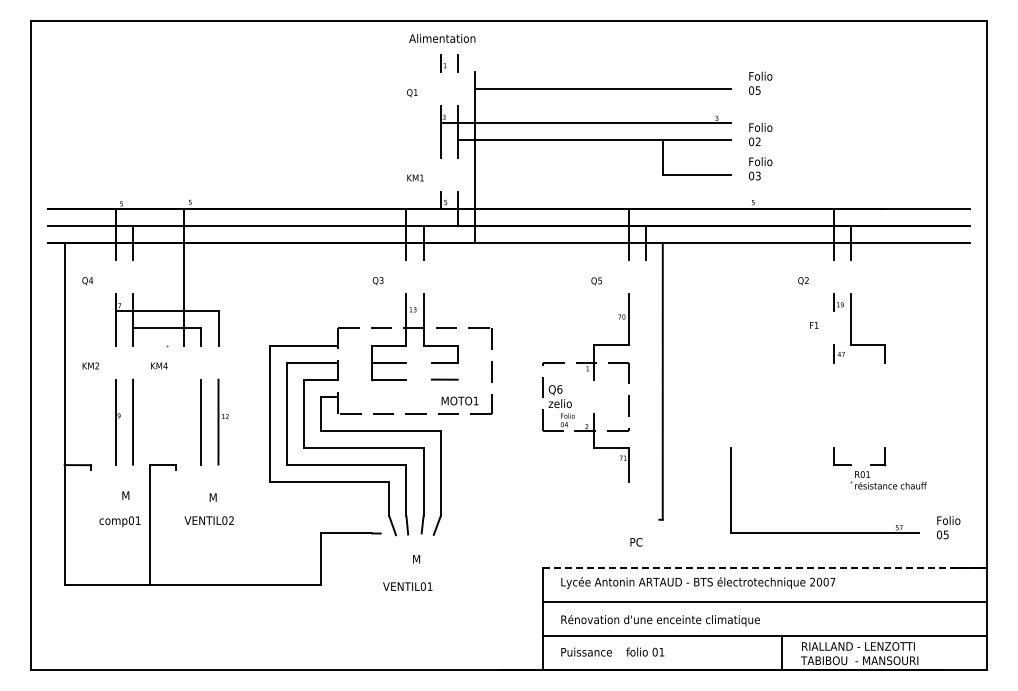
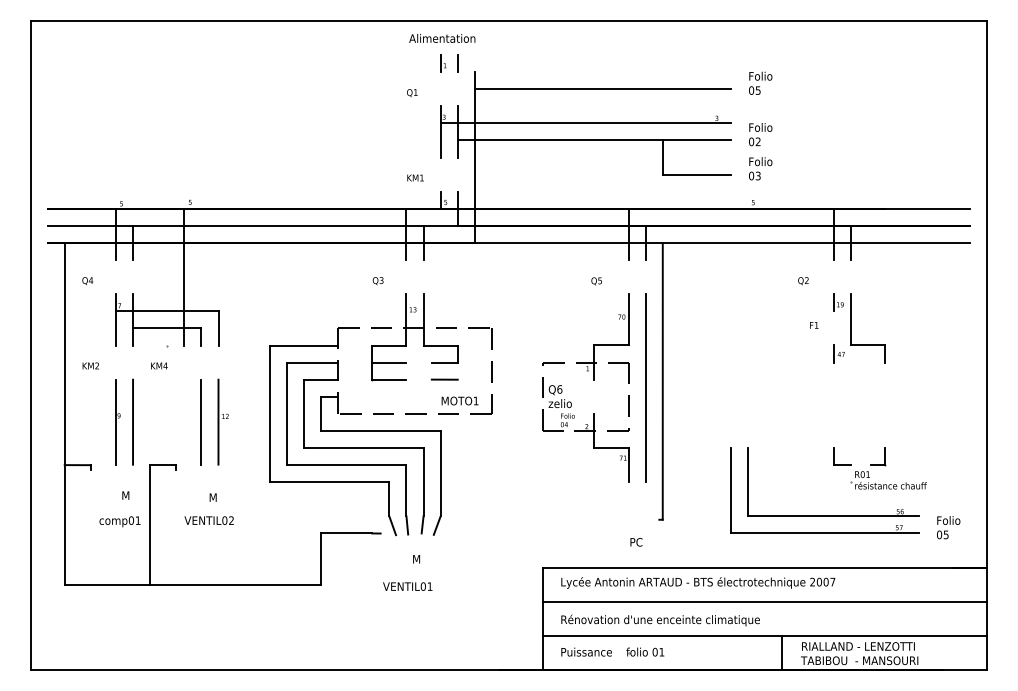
line at (645, 388): none -> present
part at (833, 515): none -> present
line at (765, 567): dashed -> solid
